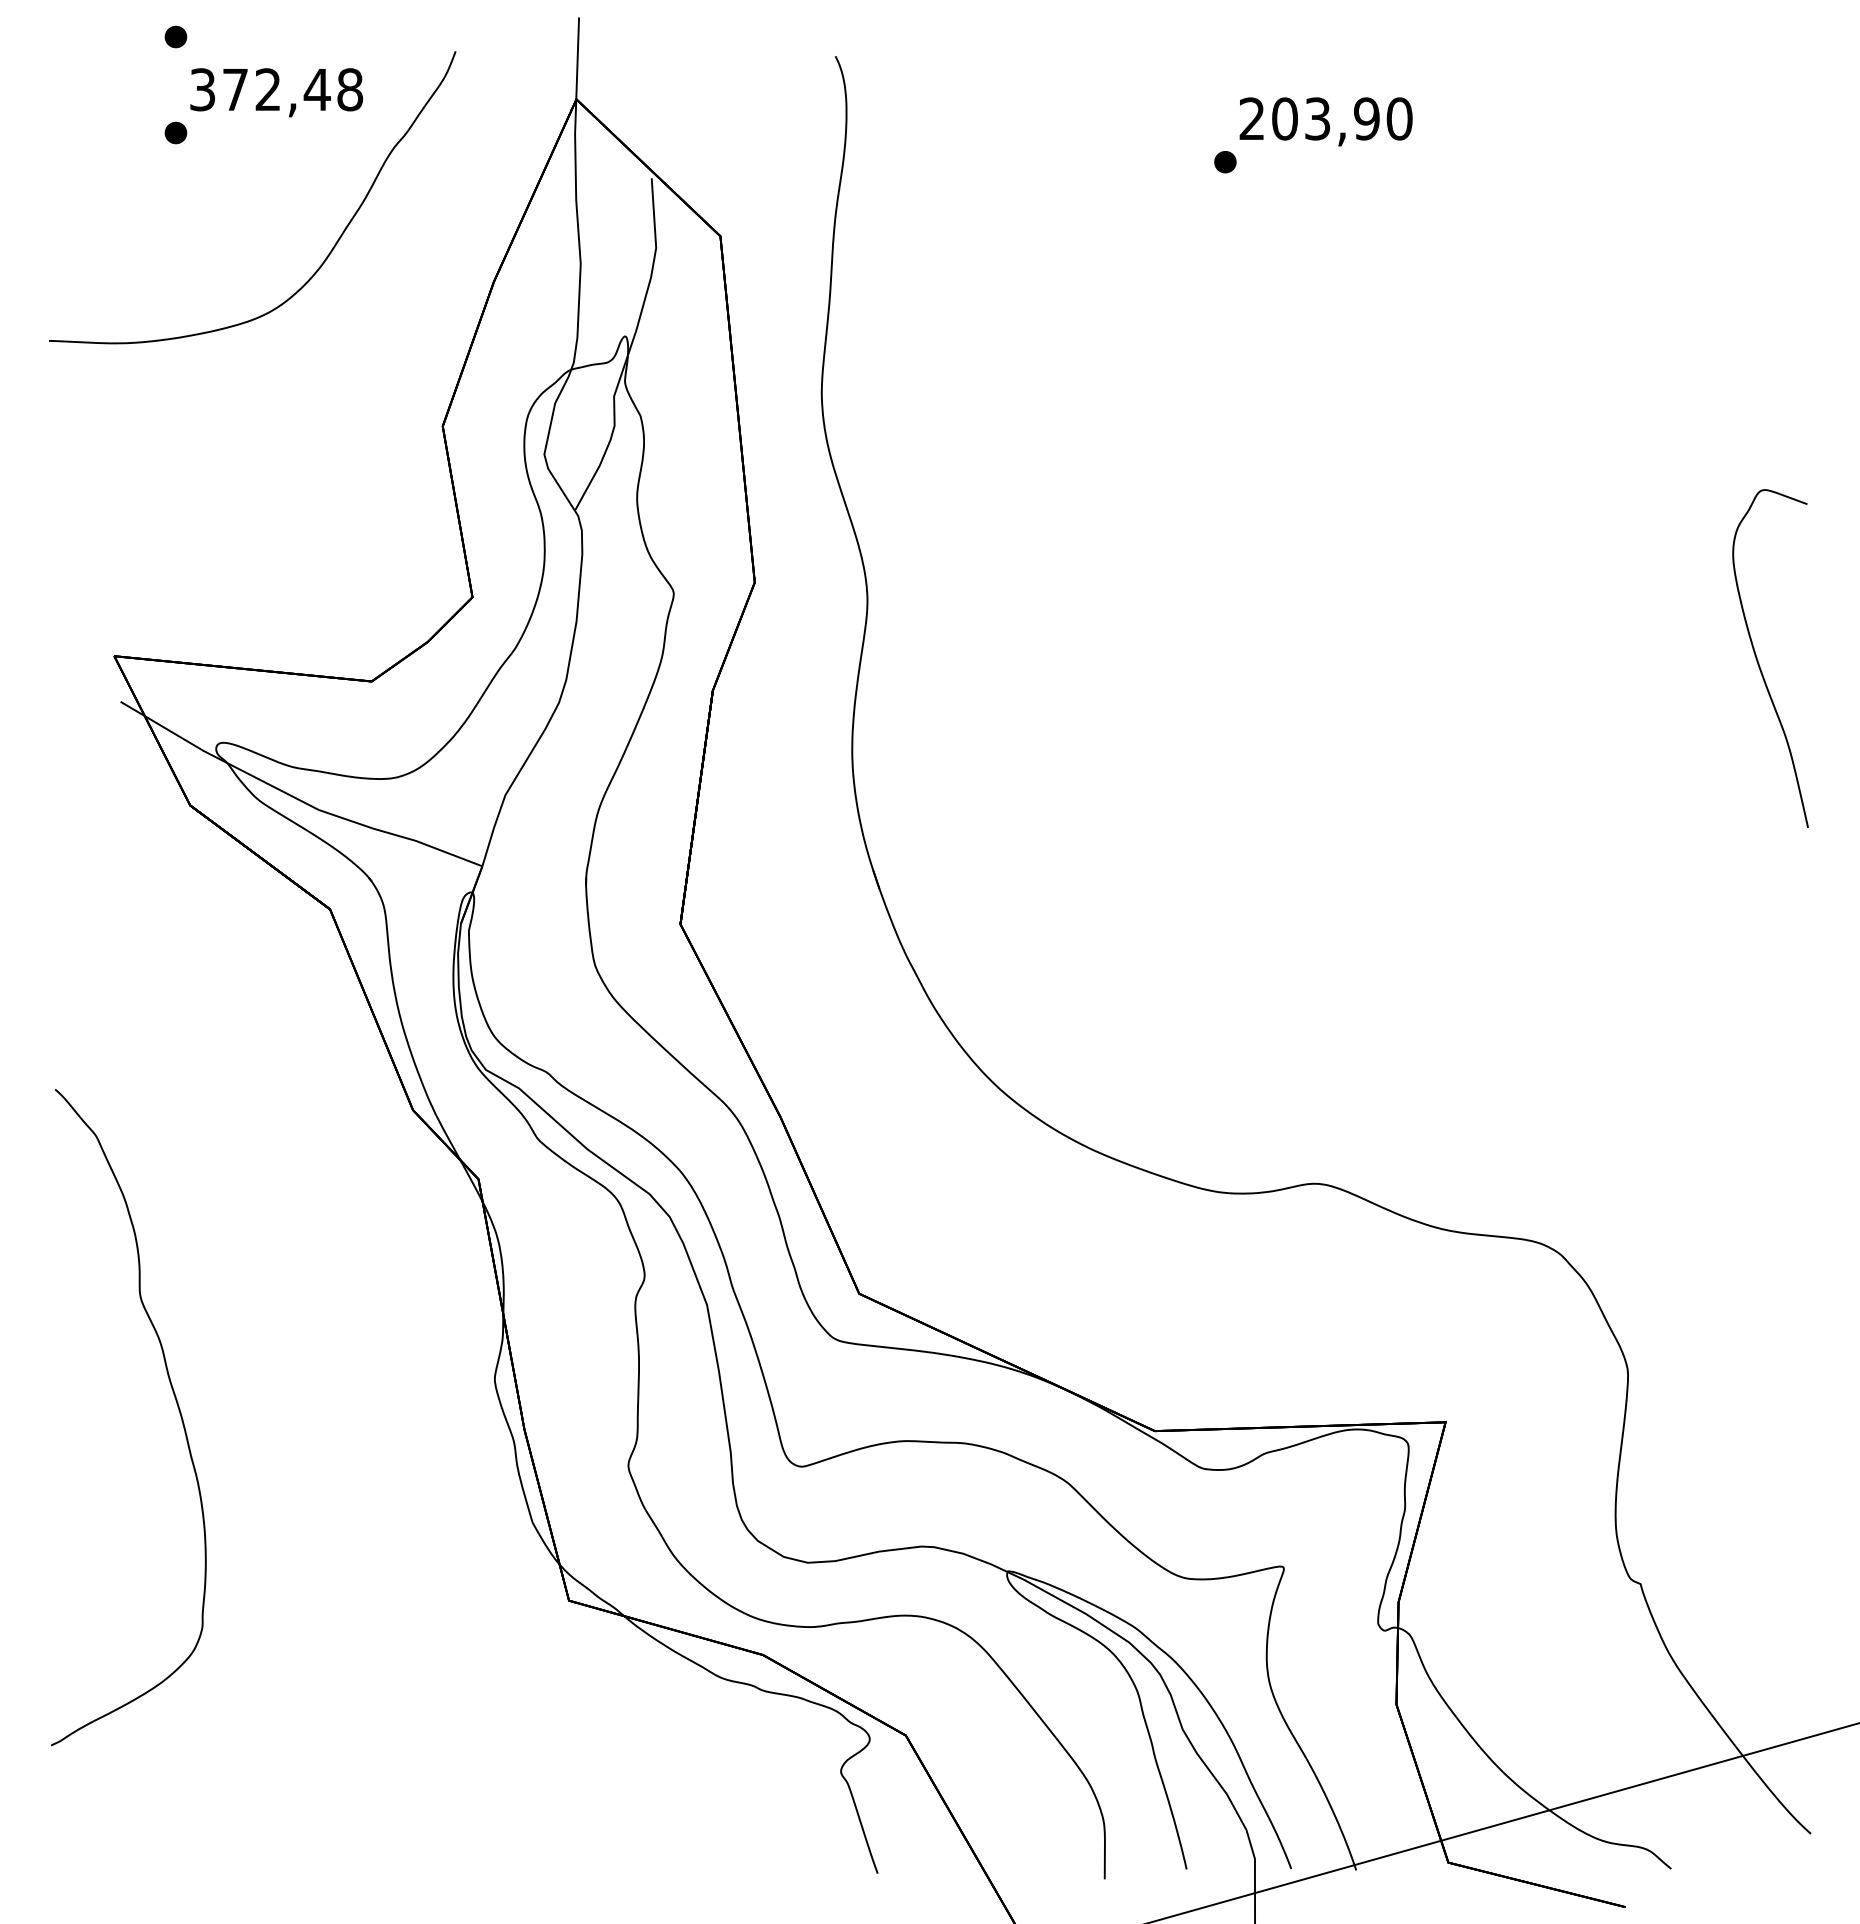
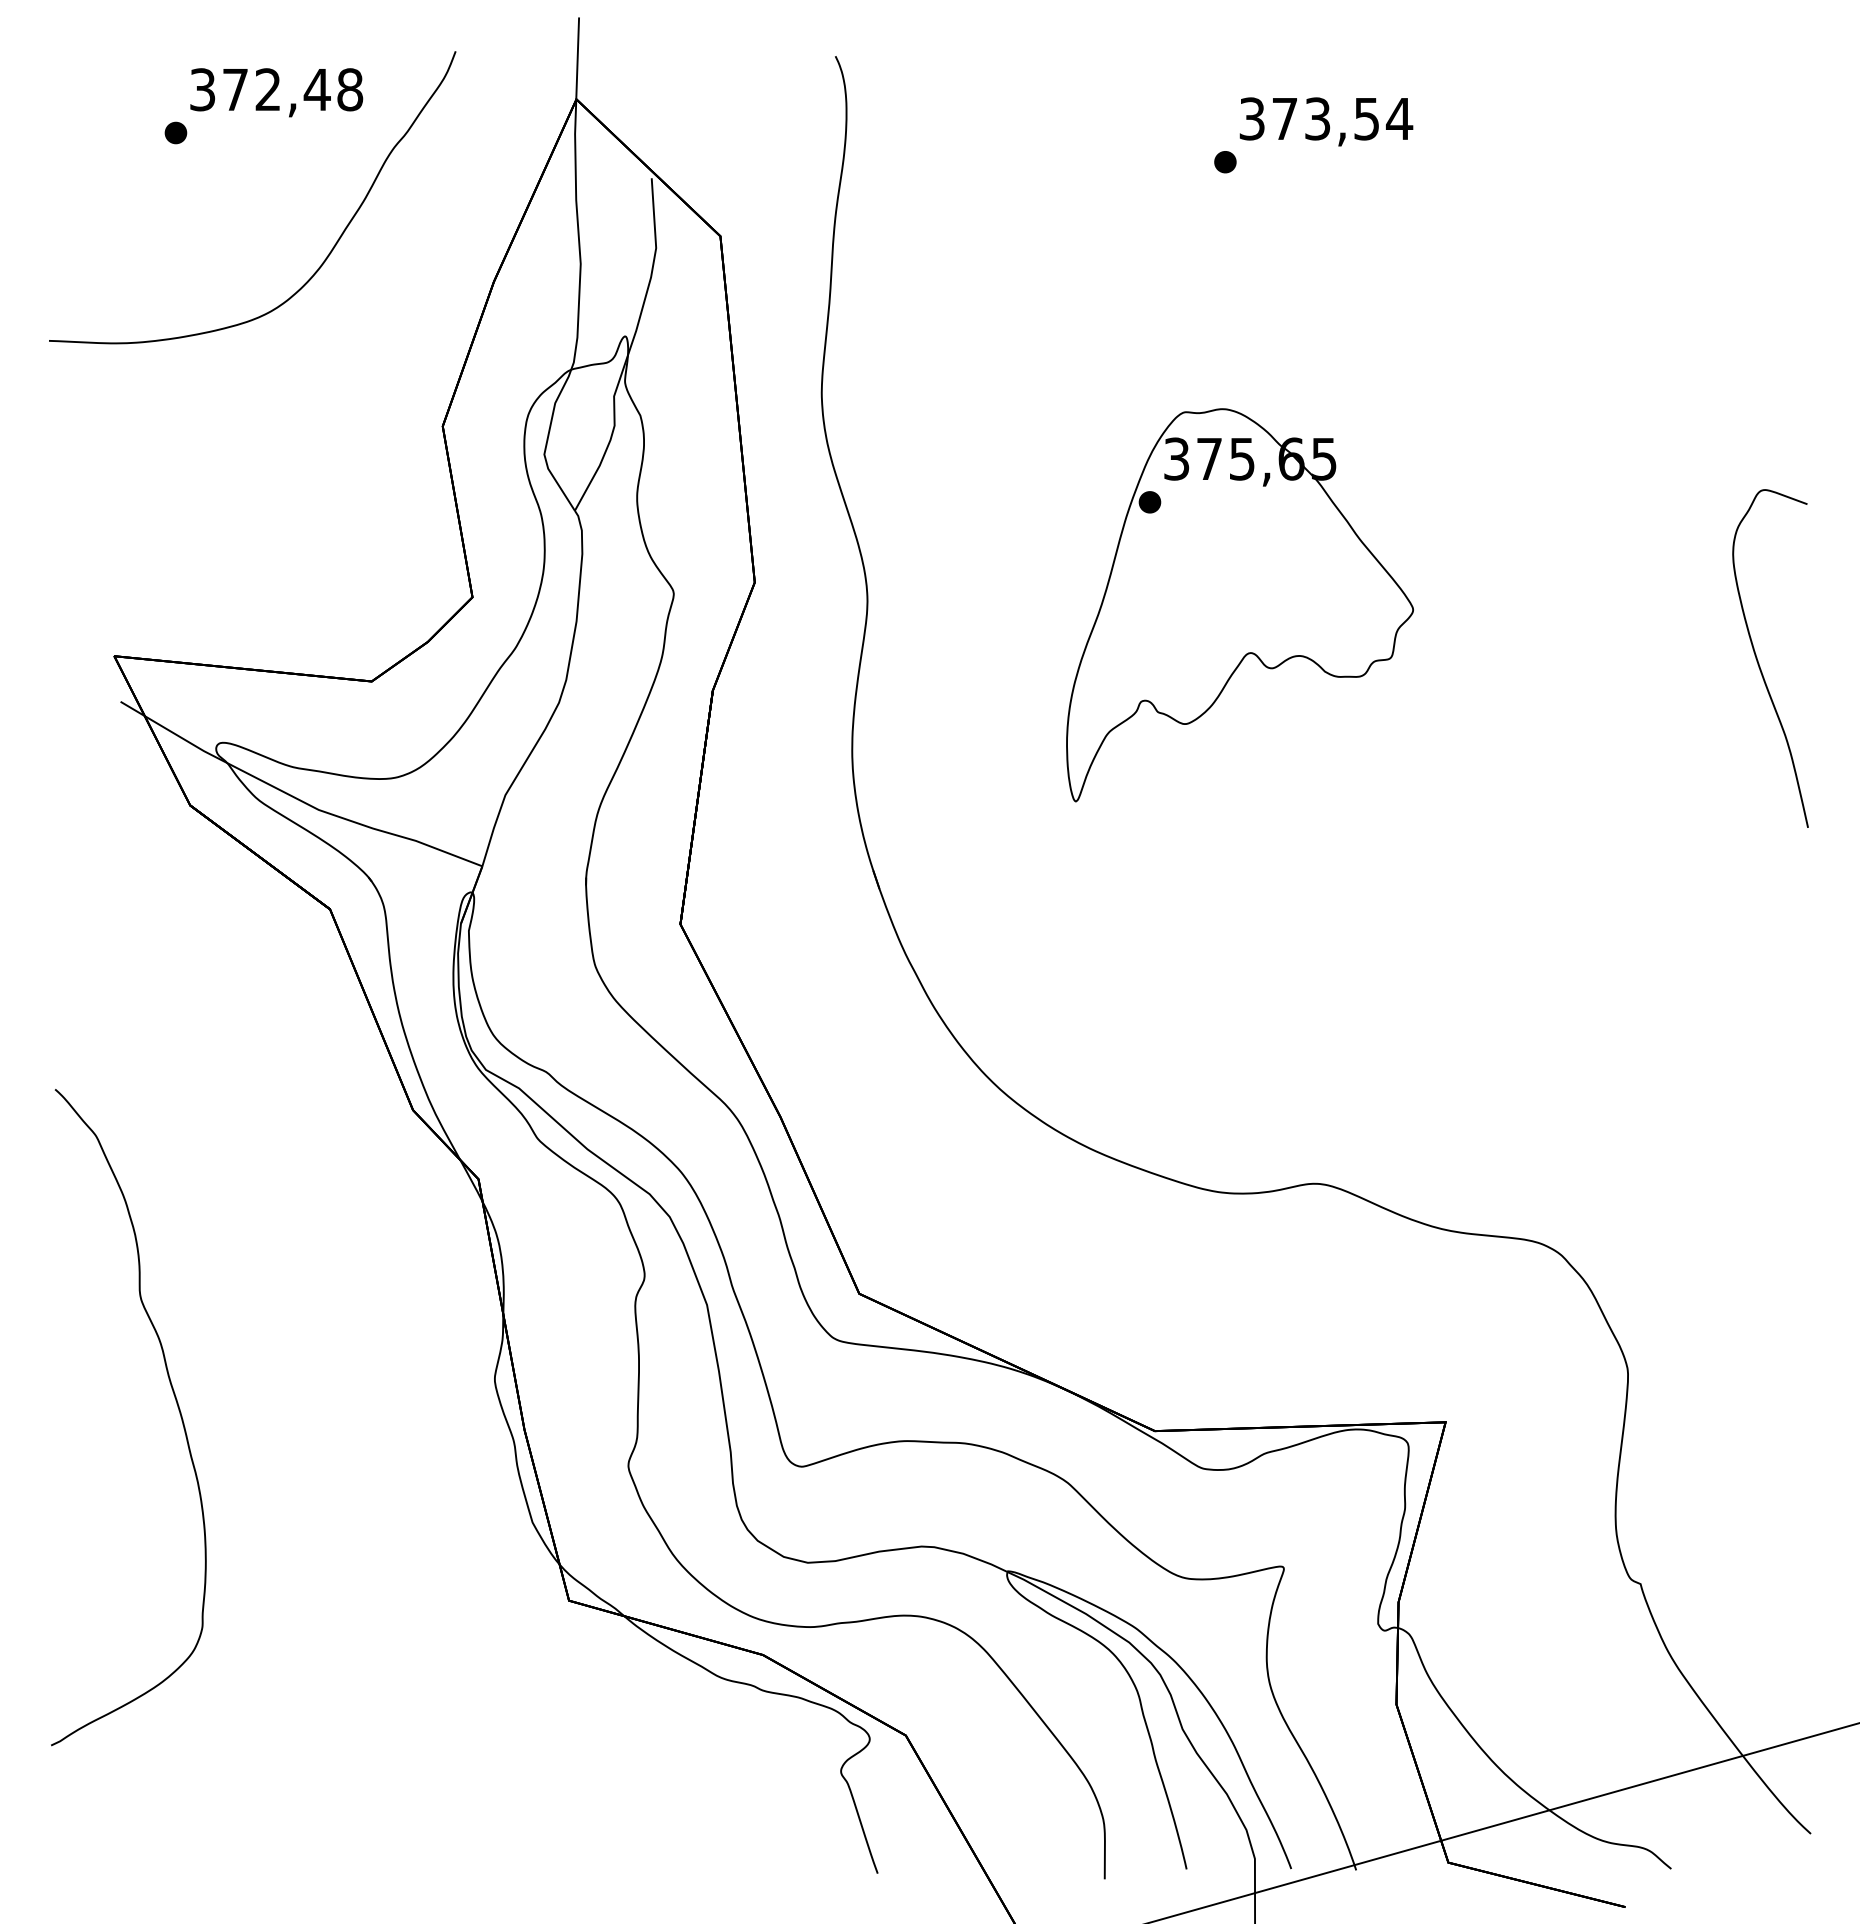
part at (175, 36): present -> none
text at (1326, 118): 203,90 -> 373,54
part at (1239, 605): none -> present
